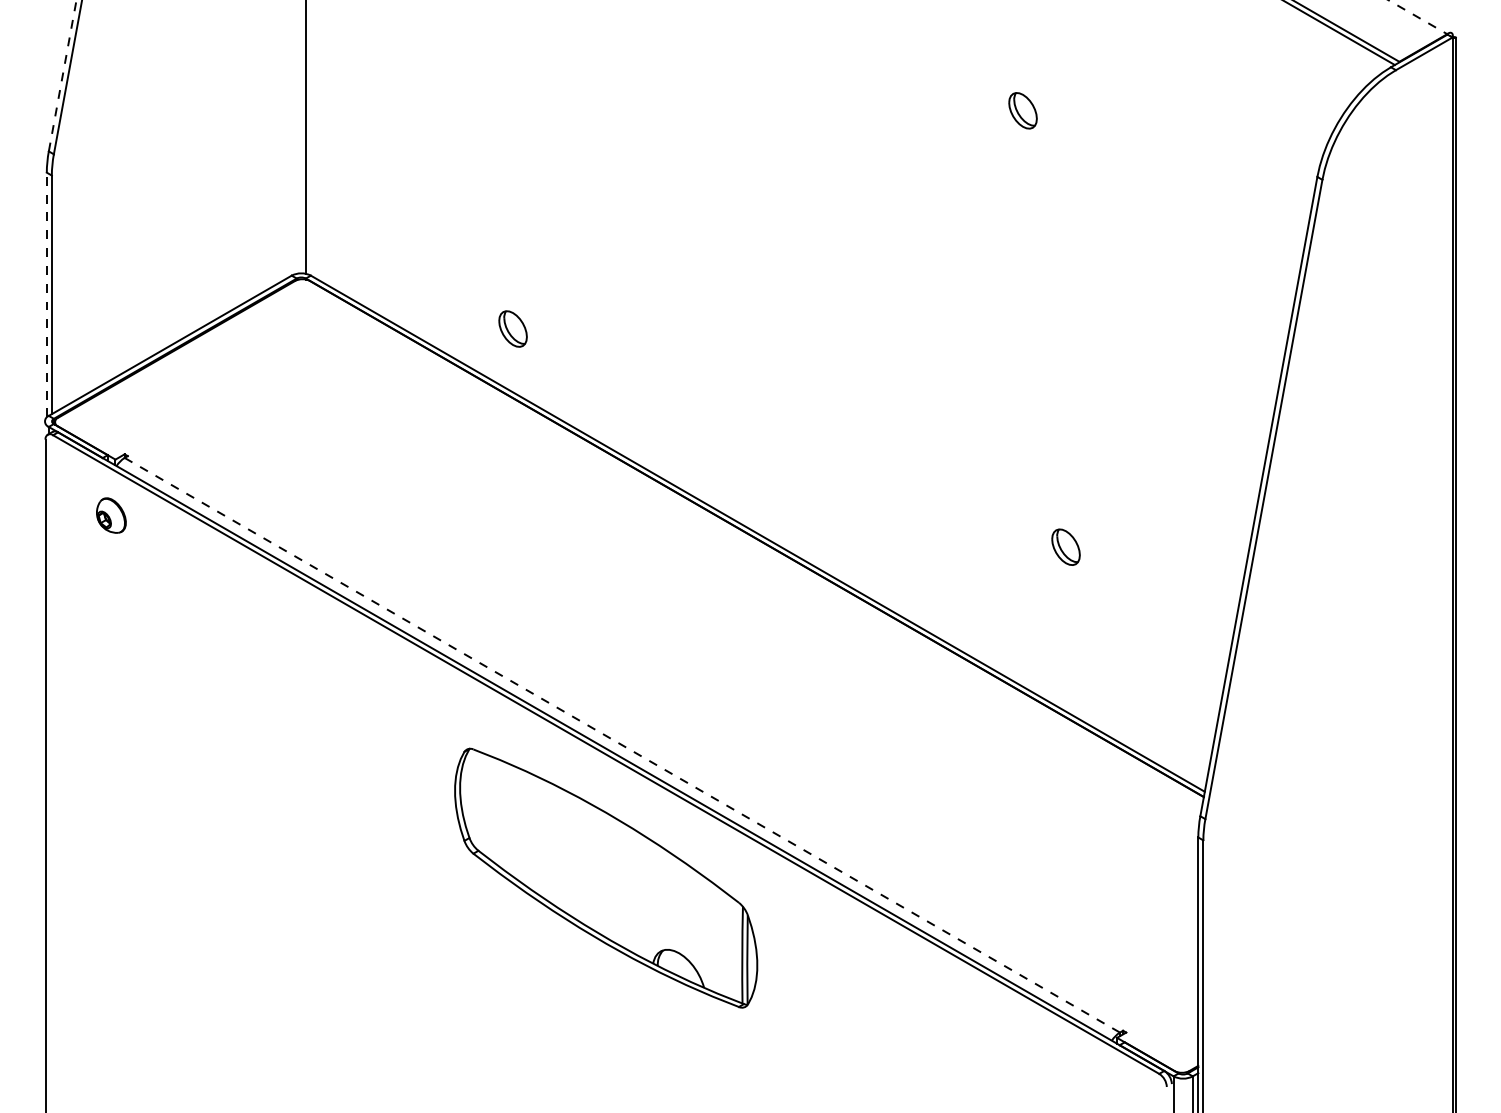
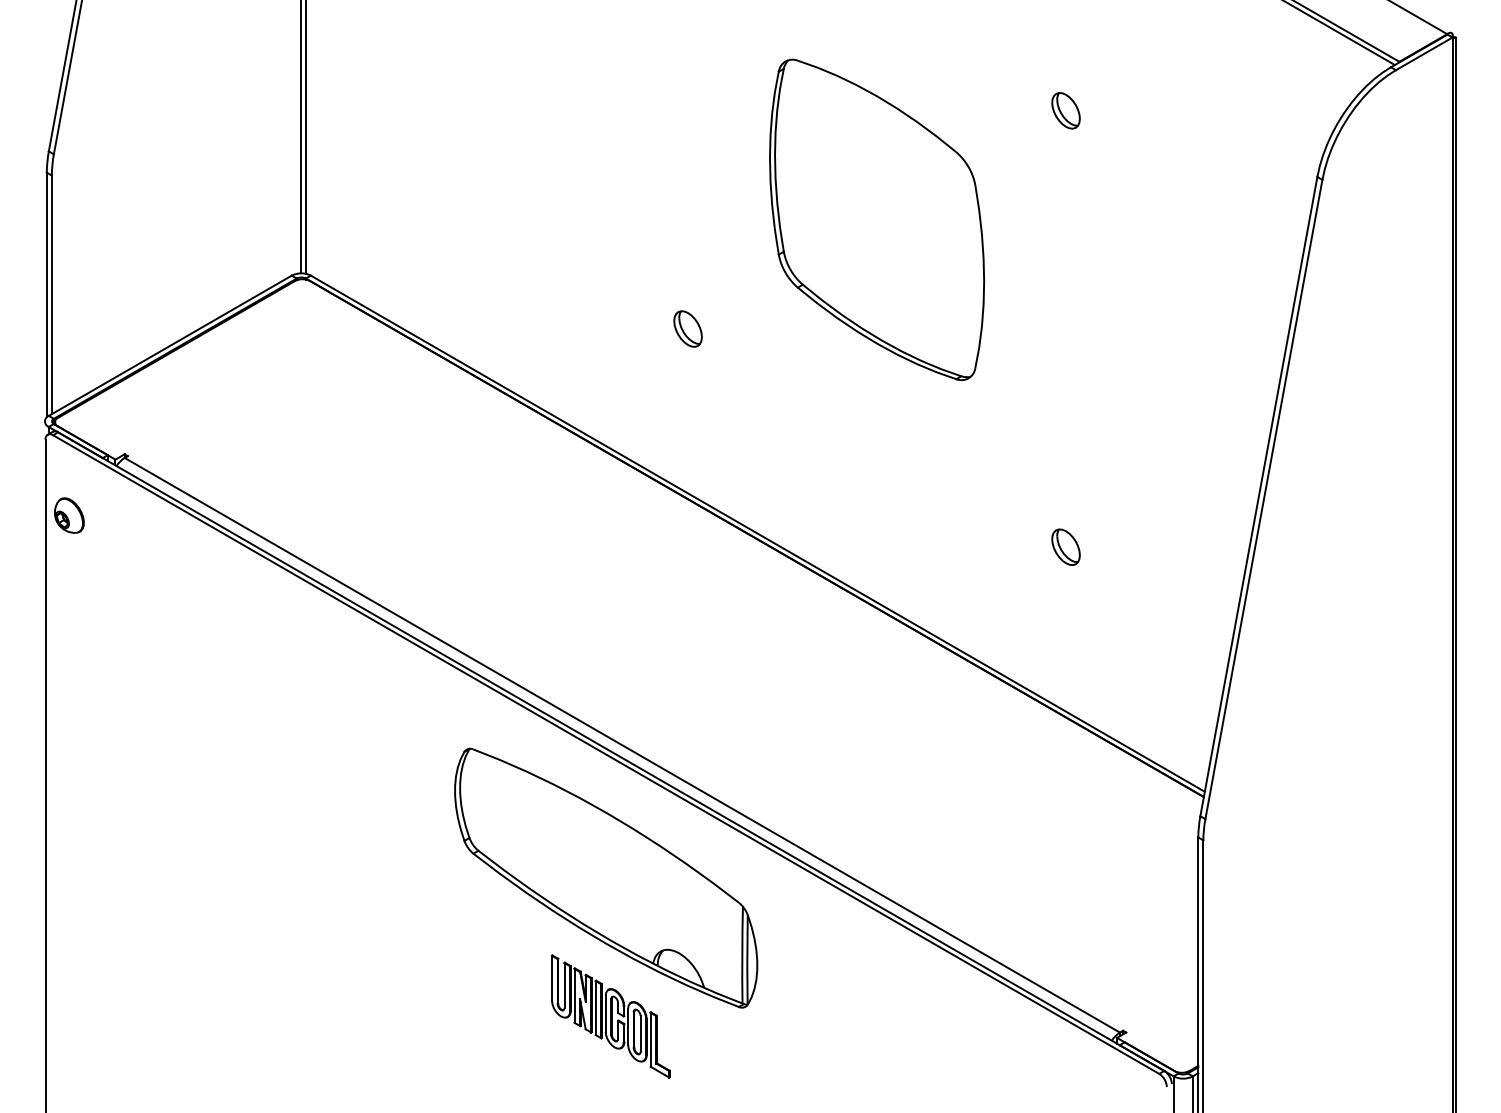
line at (1417, 17): dashed -> solid
line at (62, 75): dashed -> solid
part at (1022, 110) position: (1022, 110) -> (1065, 110)
line at (301, 137): none -> present
part at (877, 219): none -> present
line at (46, 294): dashed -> solid
part at (512, 328) position: (512, 328) -> (687, 328)
part at (111, 515) position: (111, 515) -> (69, 515)
line at (622, 745): dashed -> solid
part at (610, 1016): none -> present
